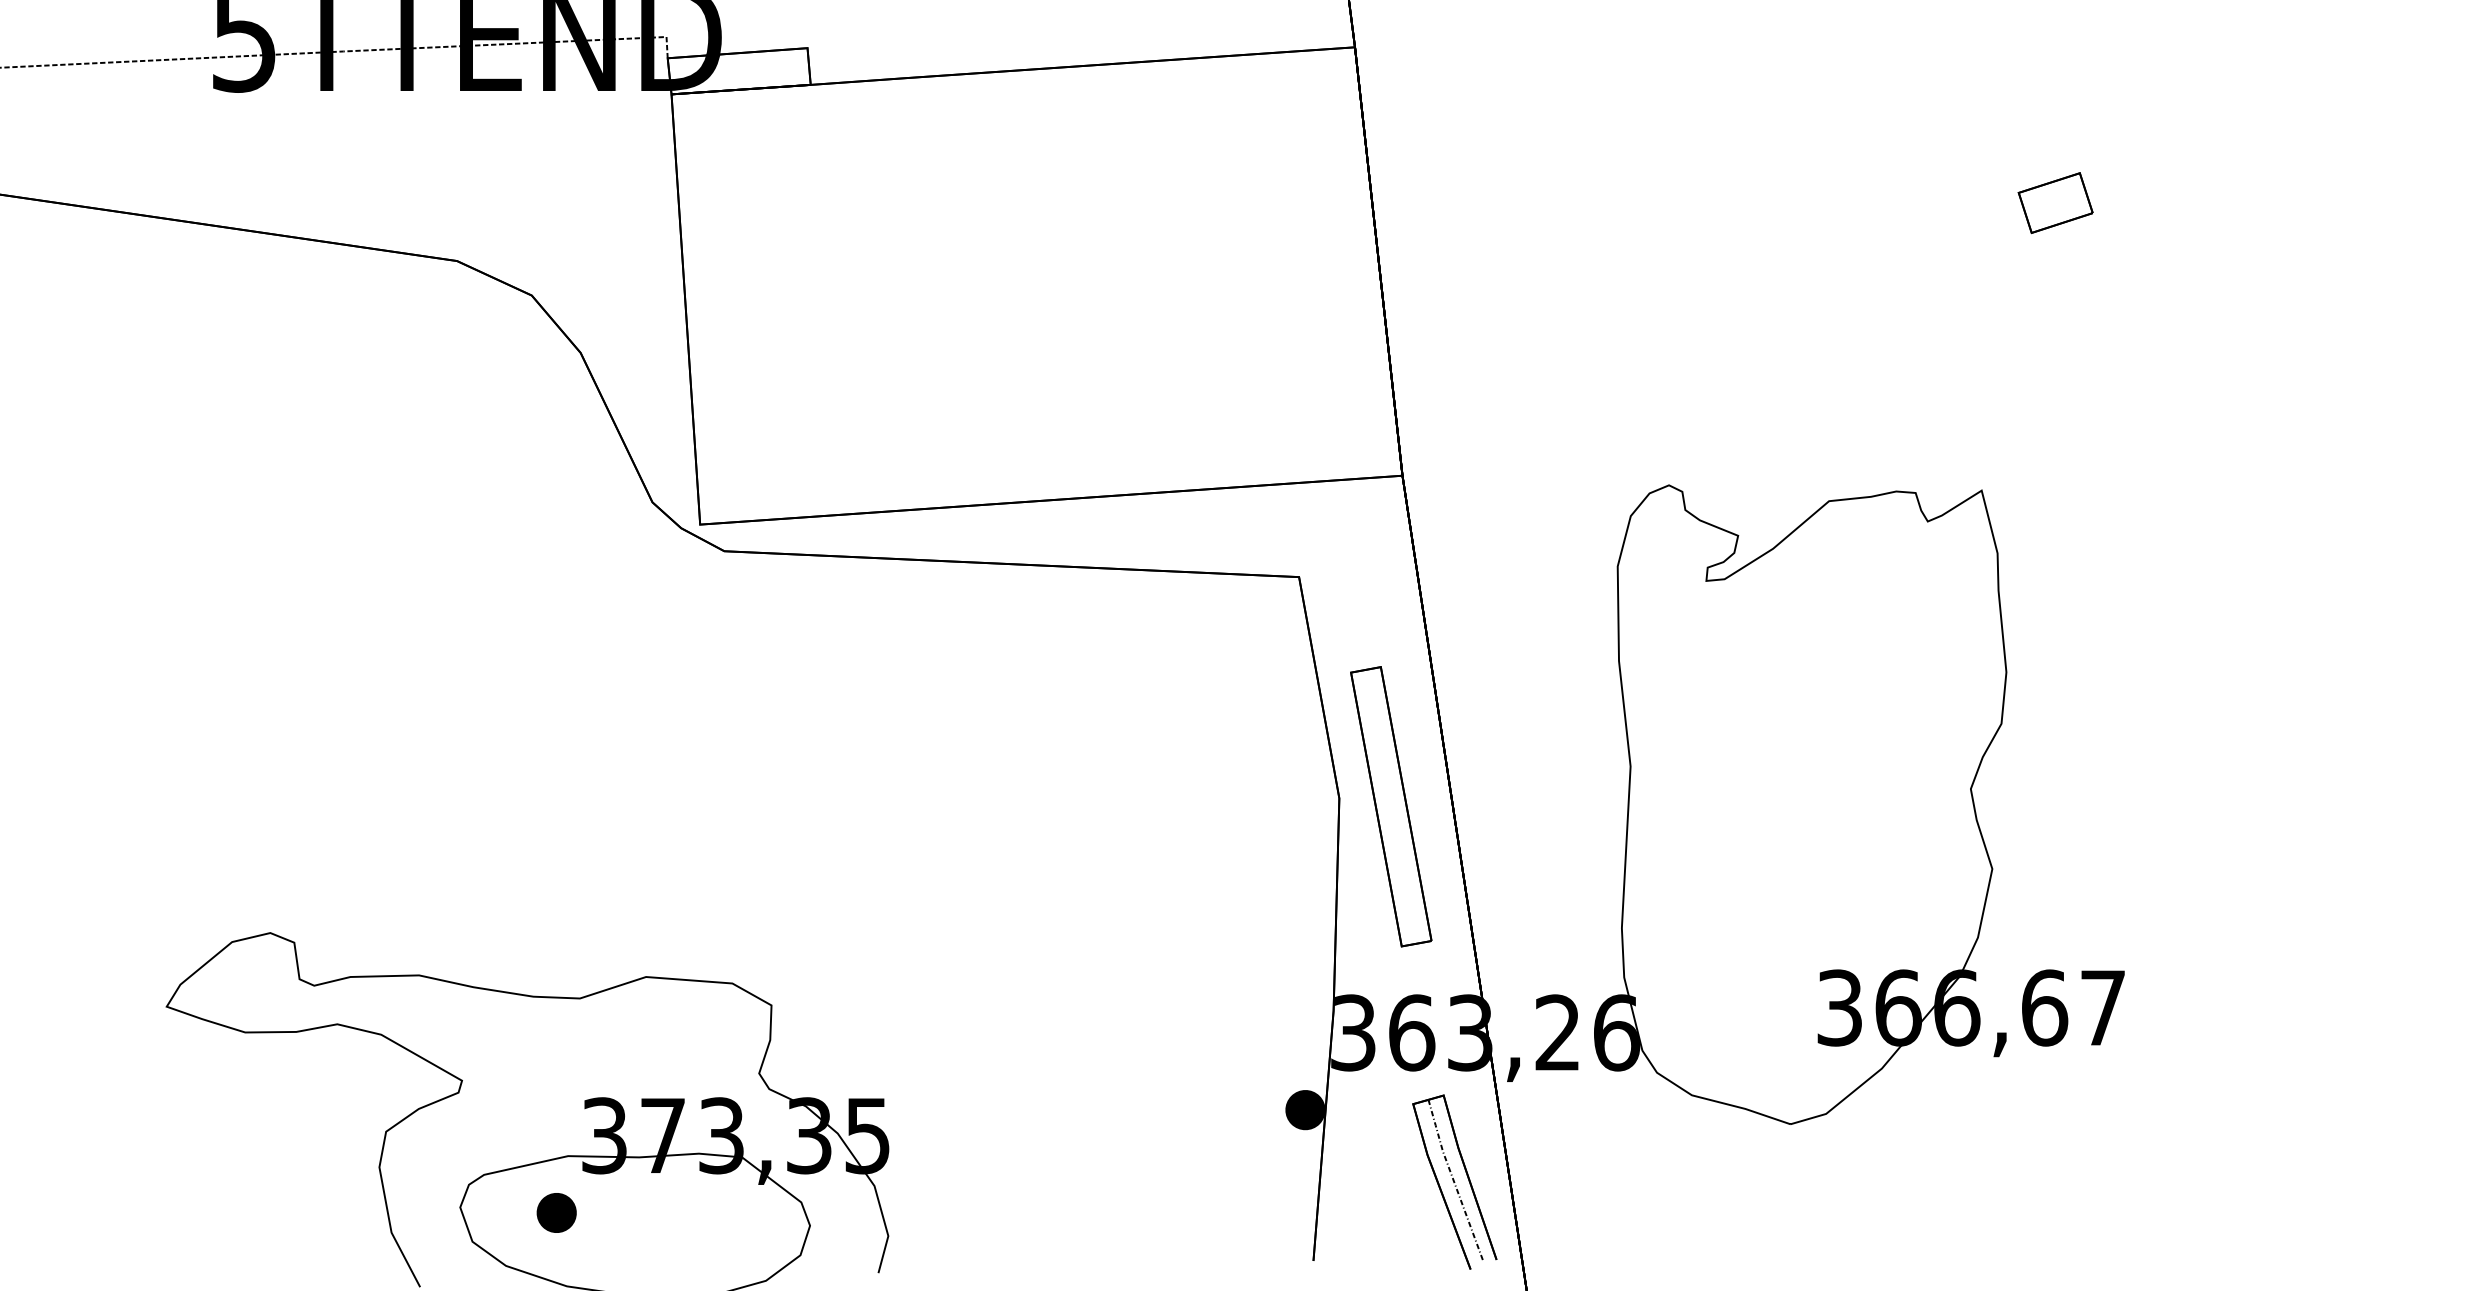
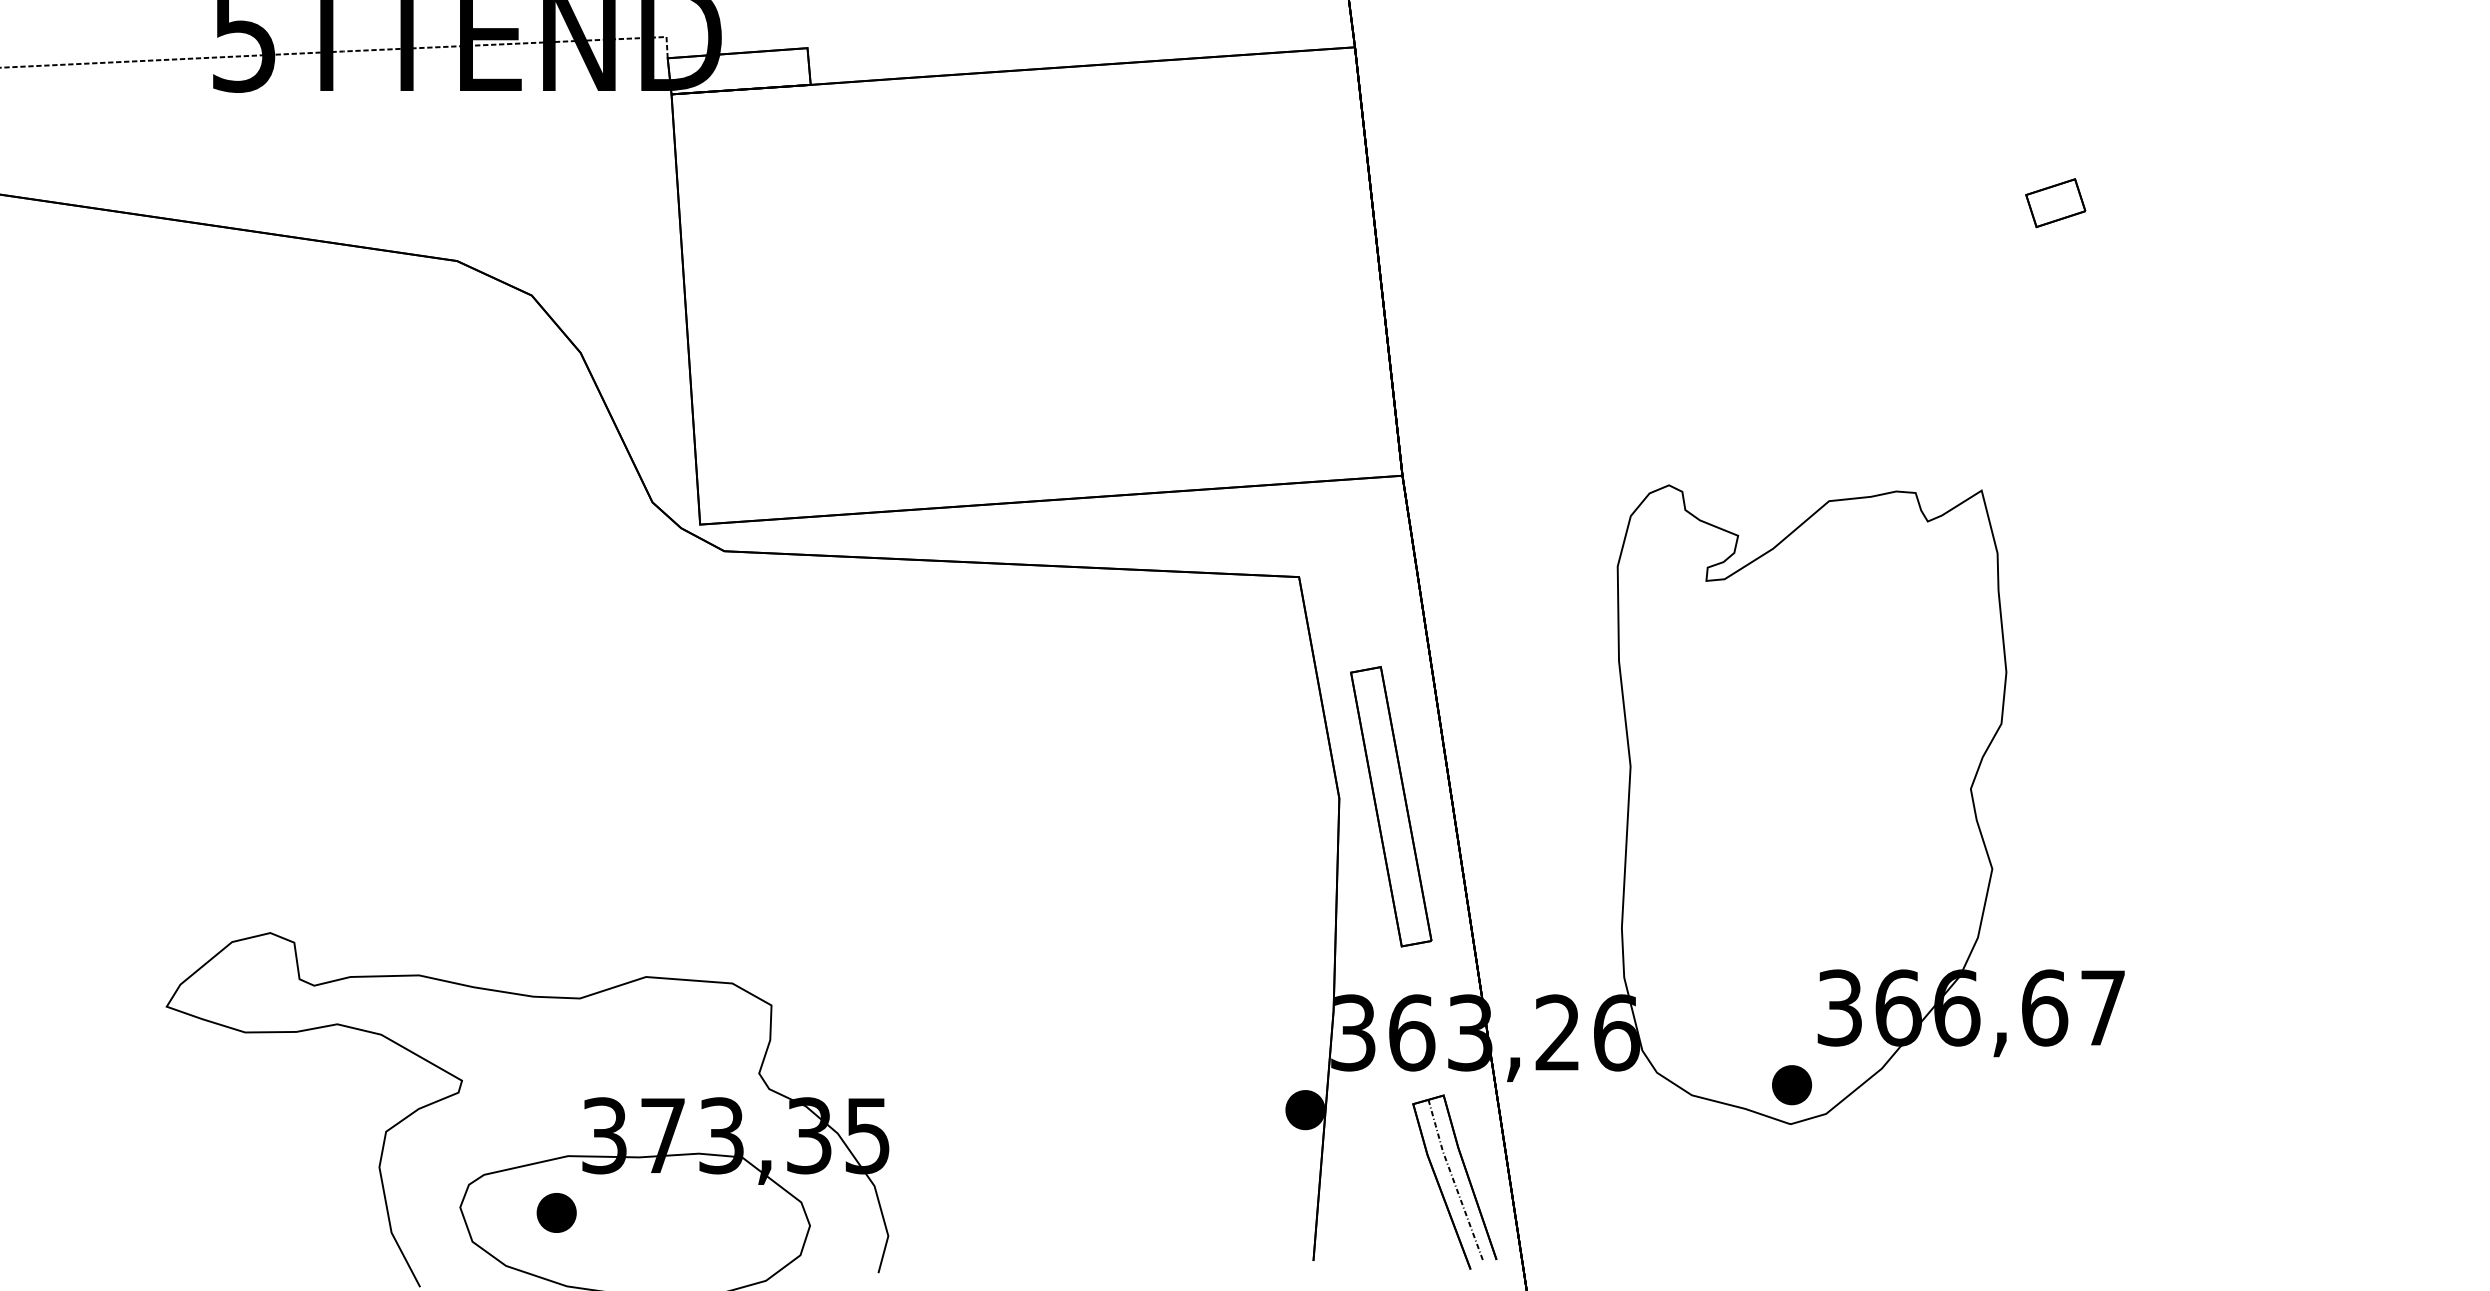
part at (2055, 202) size: 77x62 px -> 62x51 px
part at (1791, 1085): none -> present
